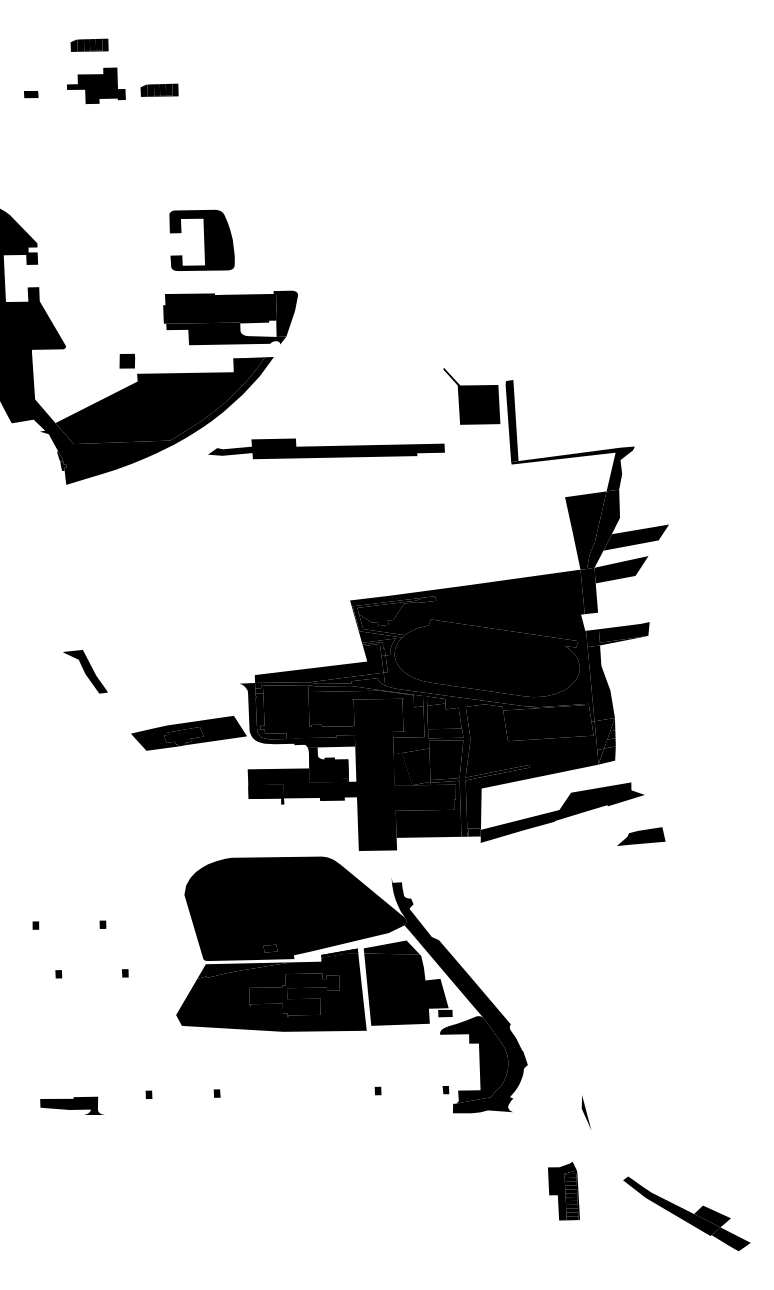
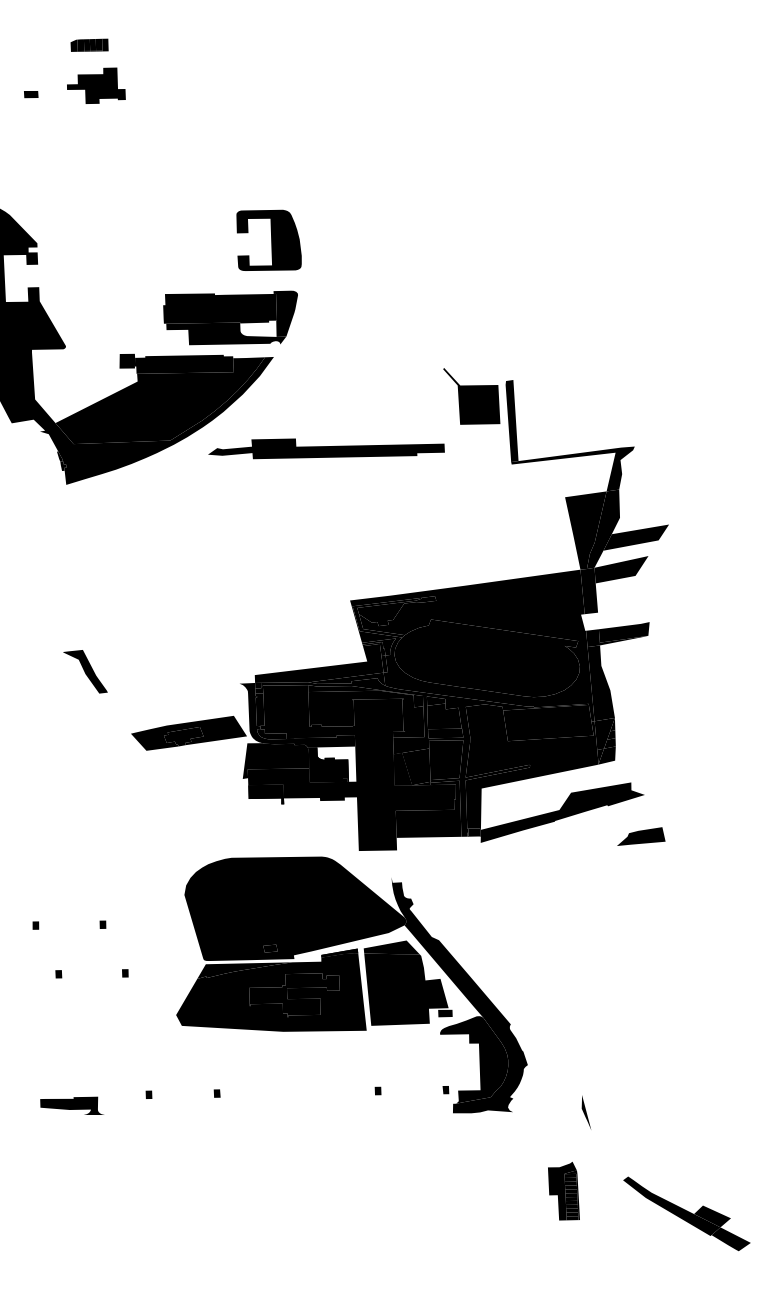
part at (159, 89): present -> none
part at (201, 239) position: (201, 239) -> (268, 239)
fill at (183, 363): none -> present
fill at (275, 761): none -> present
